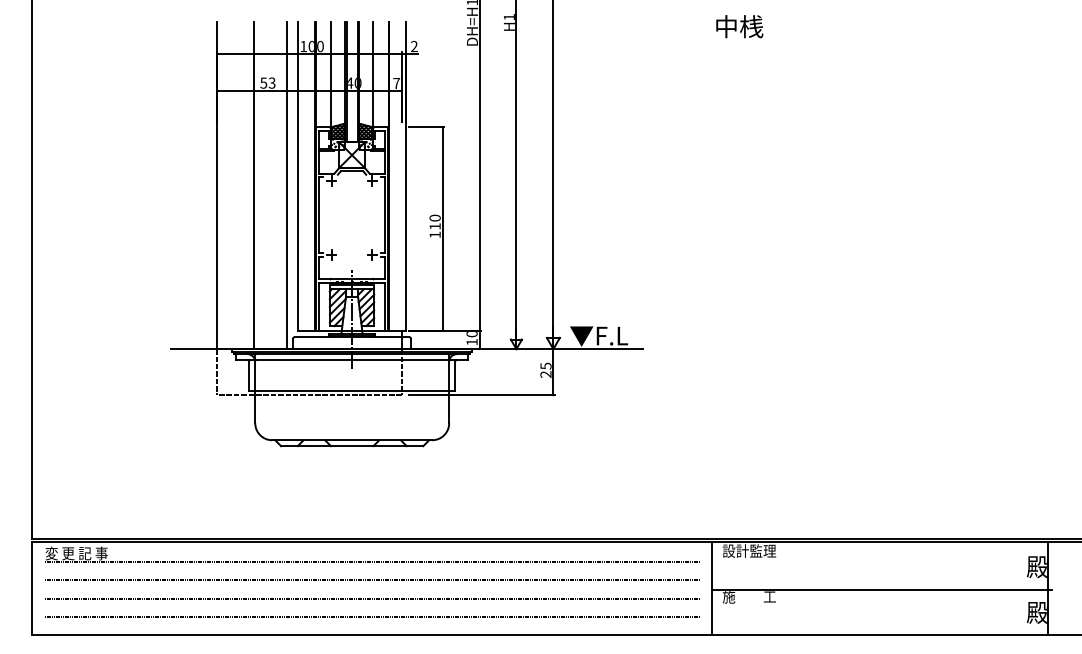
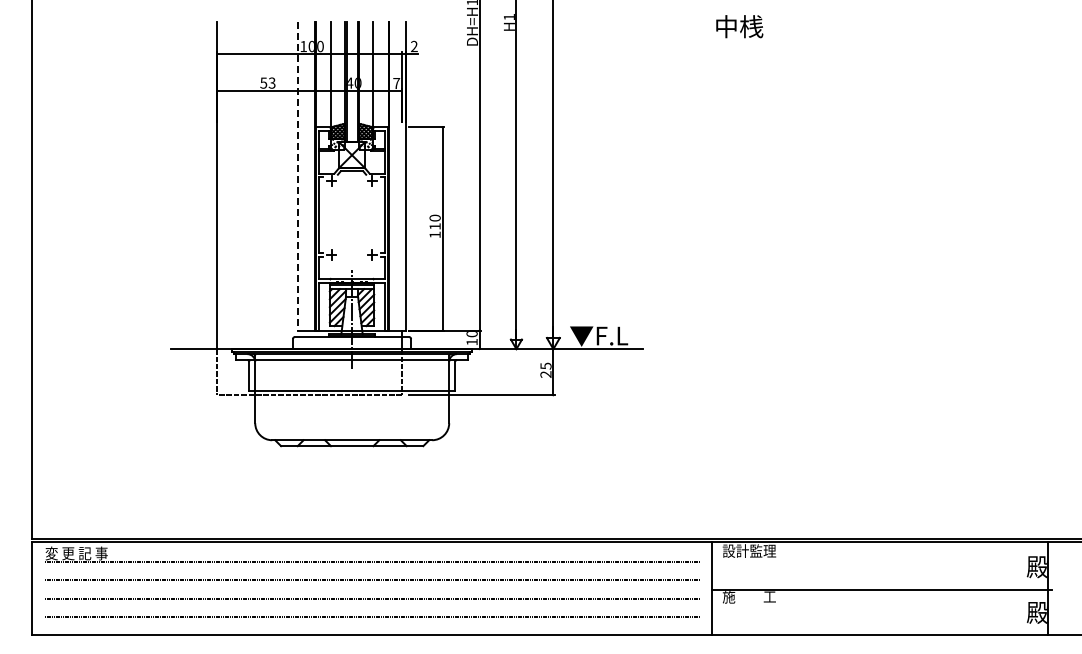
line at (298, 176): solid -> dashed
line at (254, 185): present -> none
line at (287, 185): present -> none
